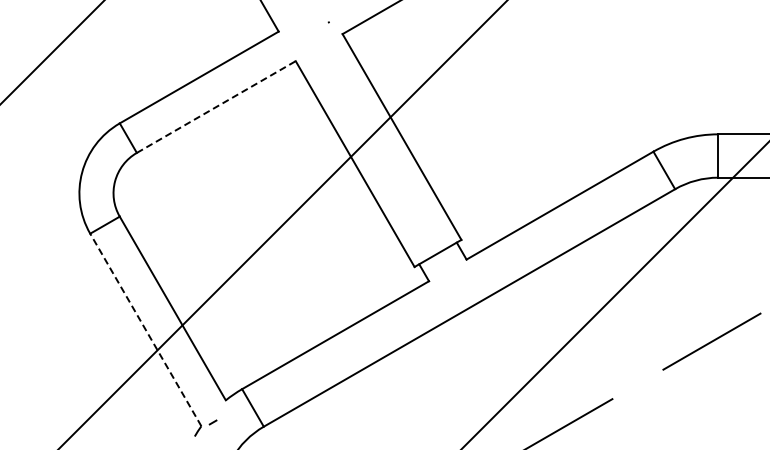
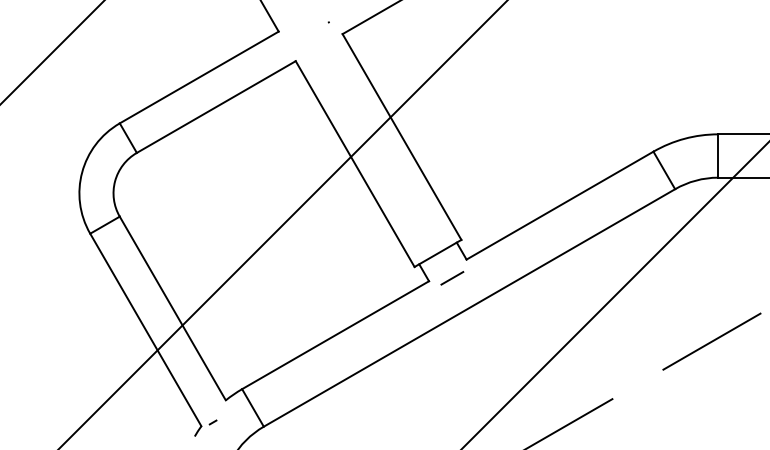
line at (216, 107): dashed -> solid
line at (452, 278): none -> present
line at (145, 329): dashed -> solid
